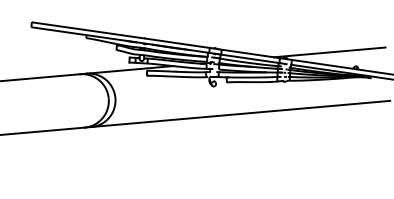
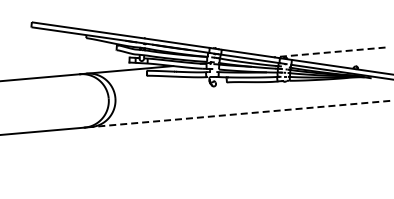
line at (329, 52): solid -> dashed
line at (240, 113): solid -> dashed
